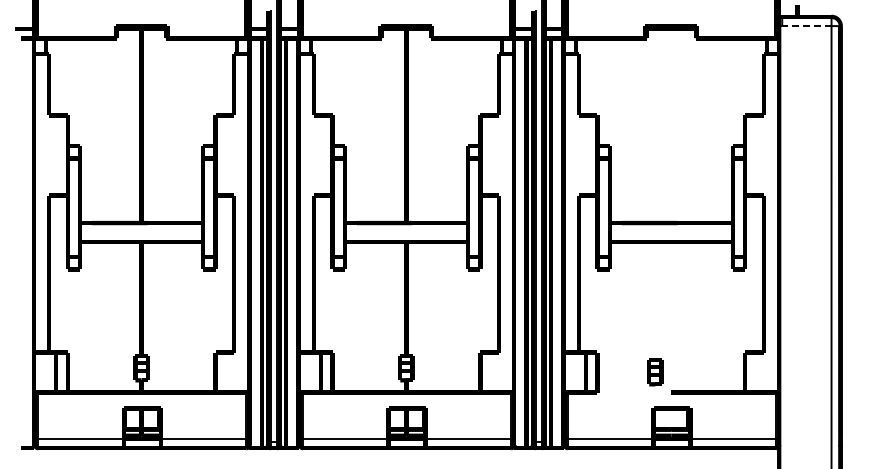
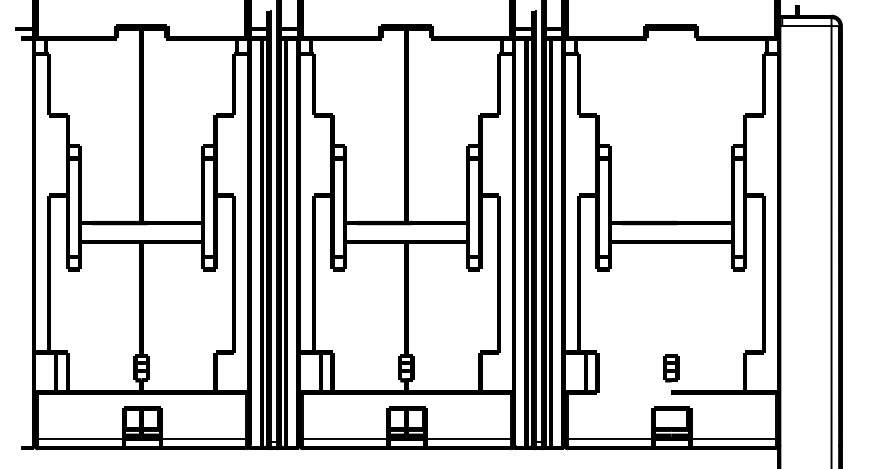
line at (806, 26): dashed -> solid
part at (655, 372) position: (655, 372) -> (671, 368)
